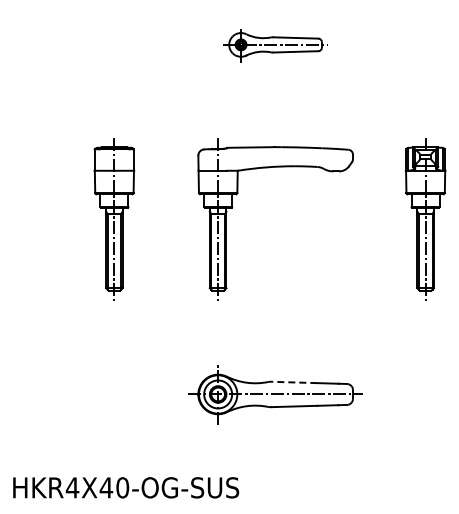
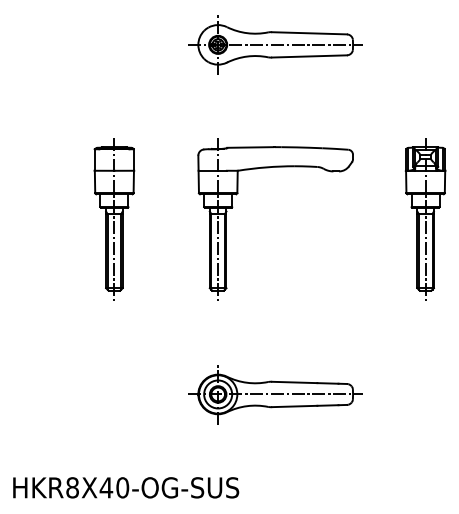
part at (275, 45) size: 105x34 px -> 175x60 px
line at (294, 382): dashed -> solid
text at (72, 487): HKR4X40-OG-SUS -> HKR8X40-OG-SUS
